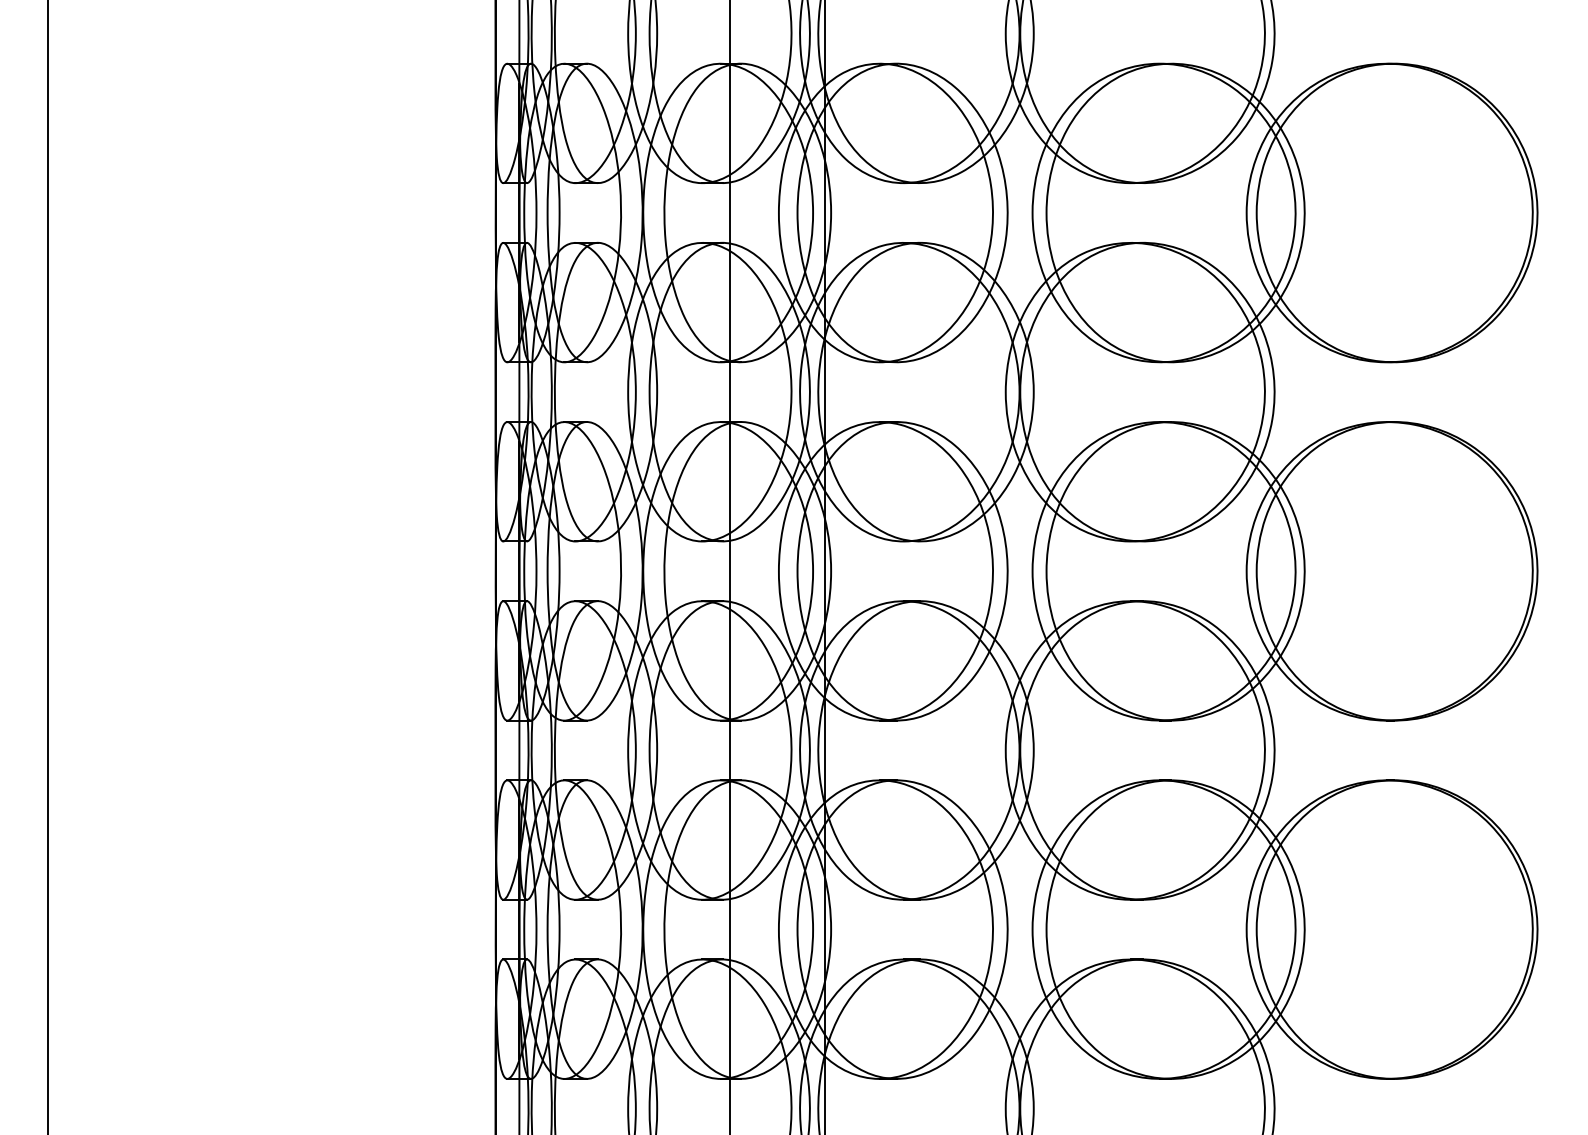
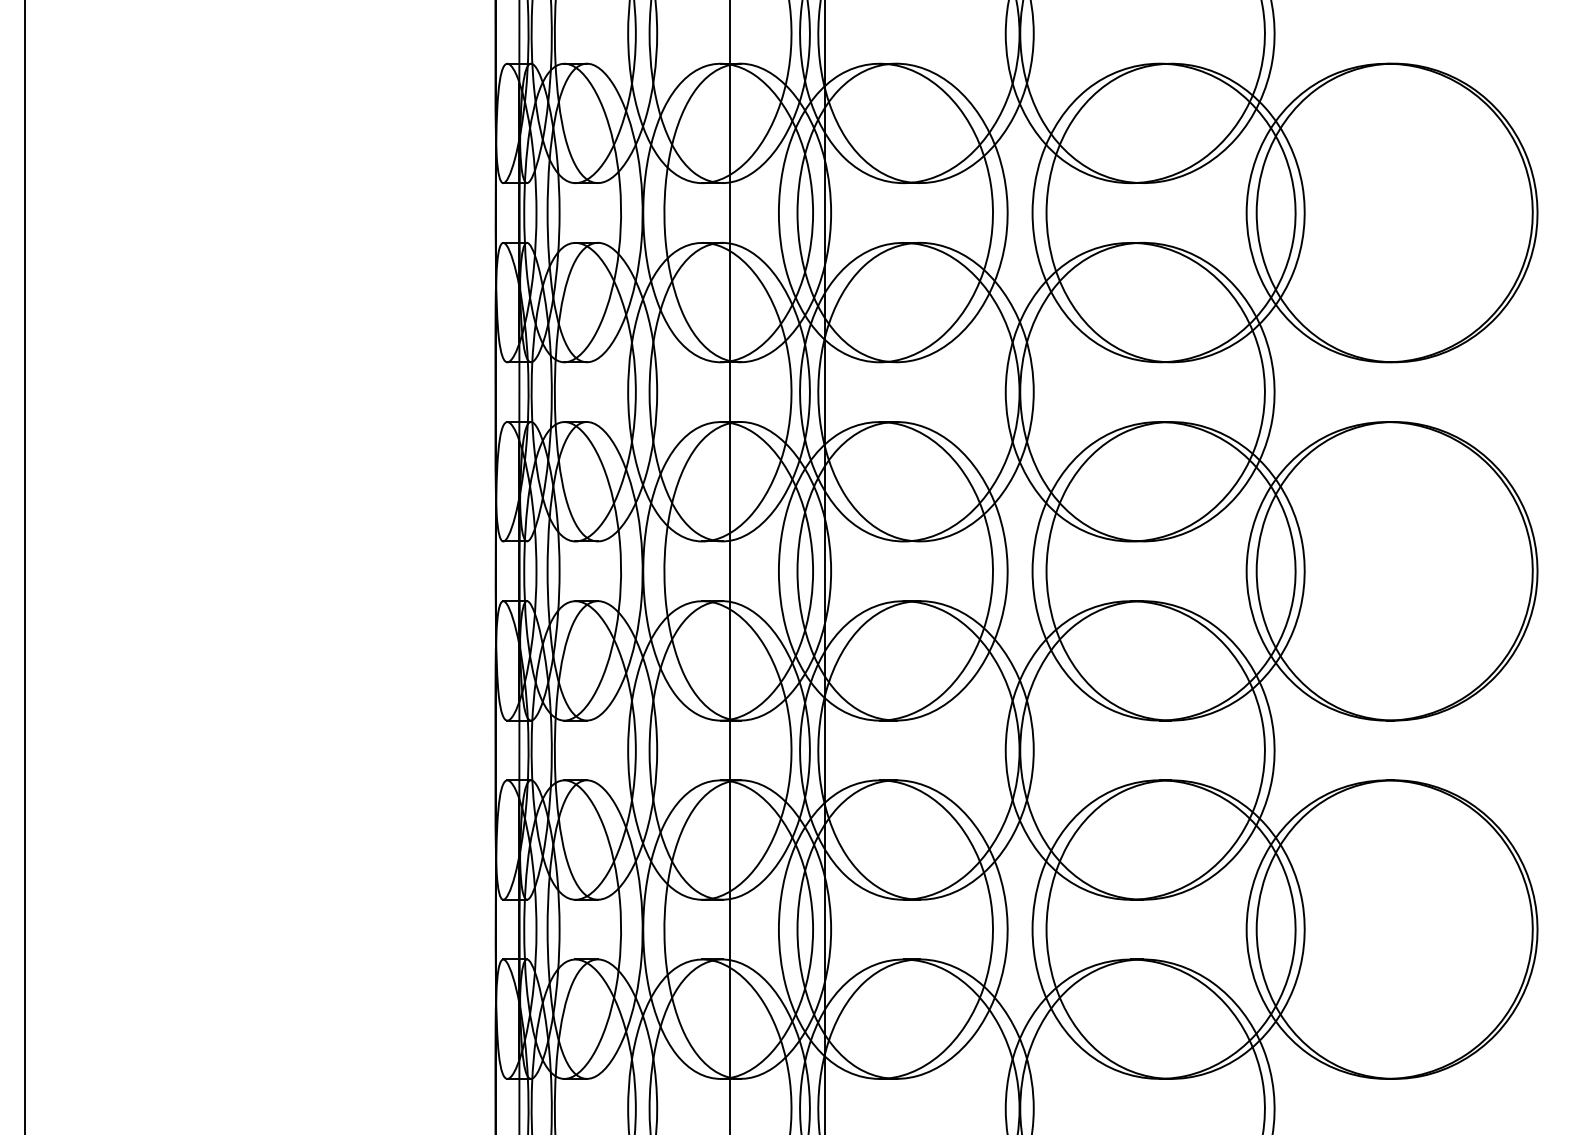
line at (47, 566) position: (47, 566) -> (24, 566)
